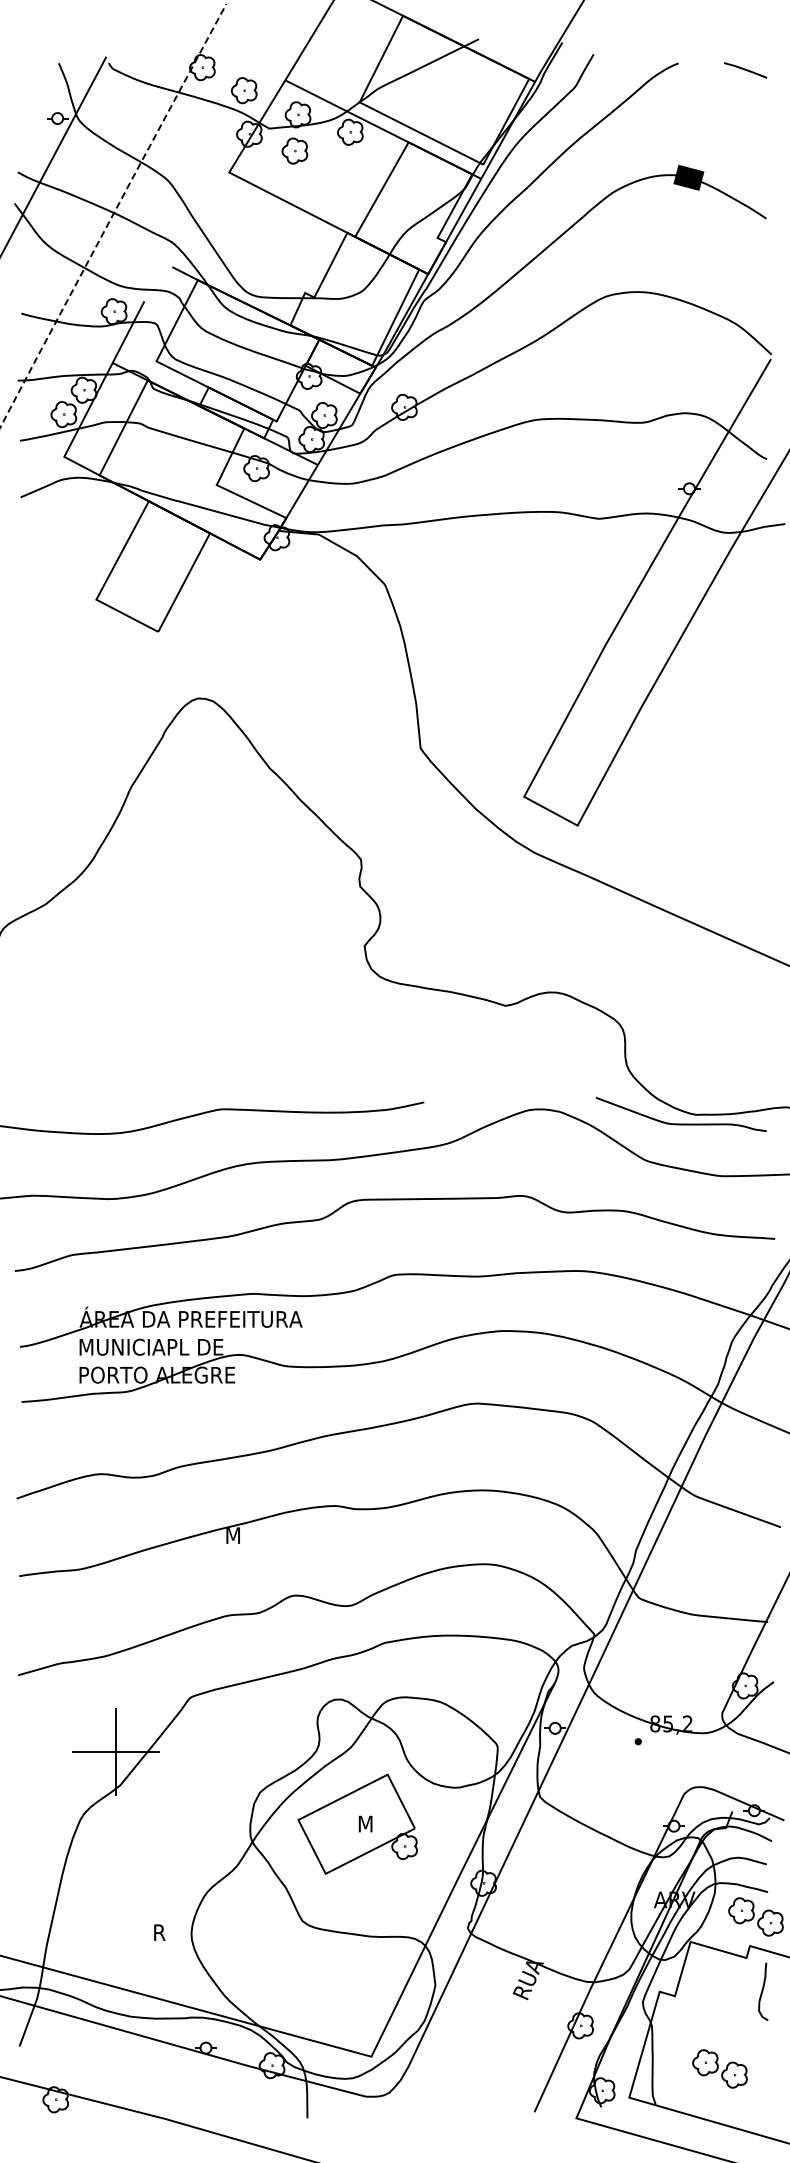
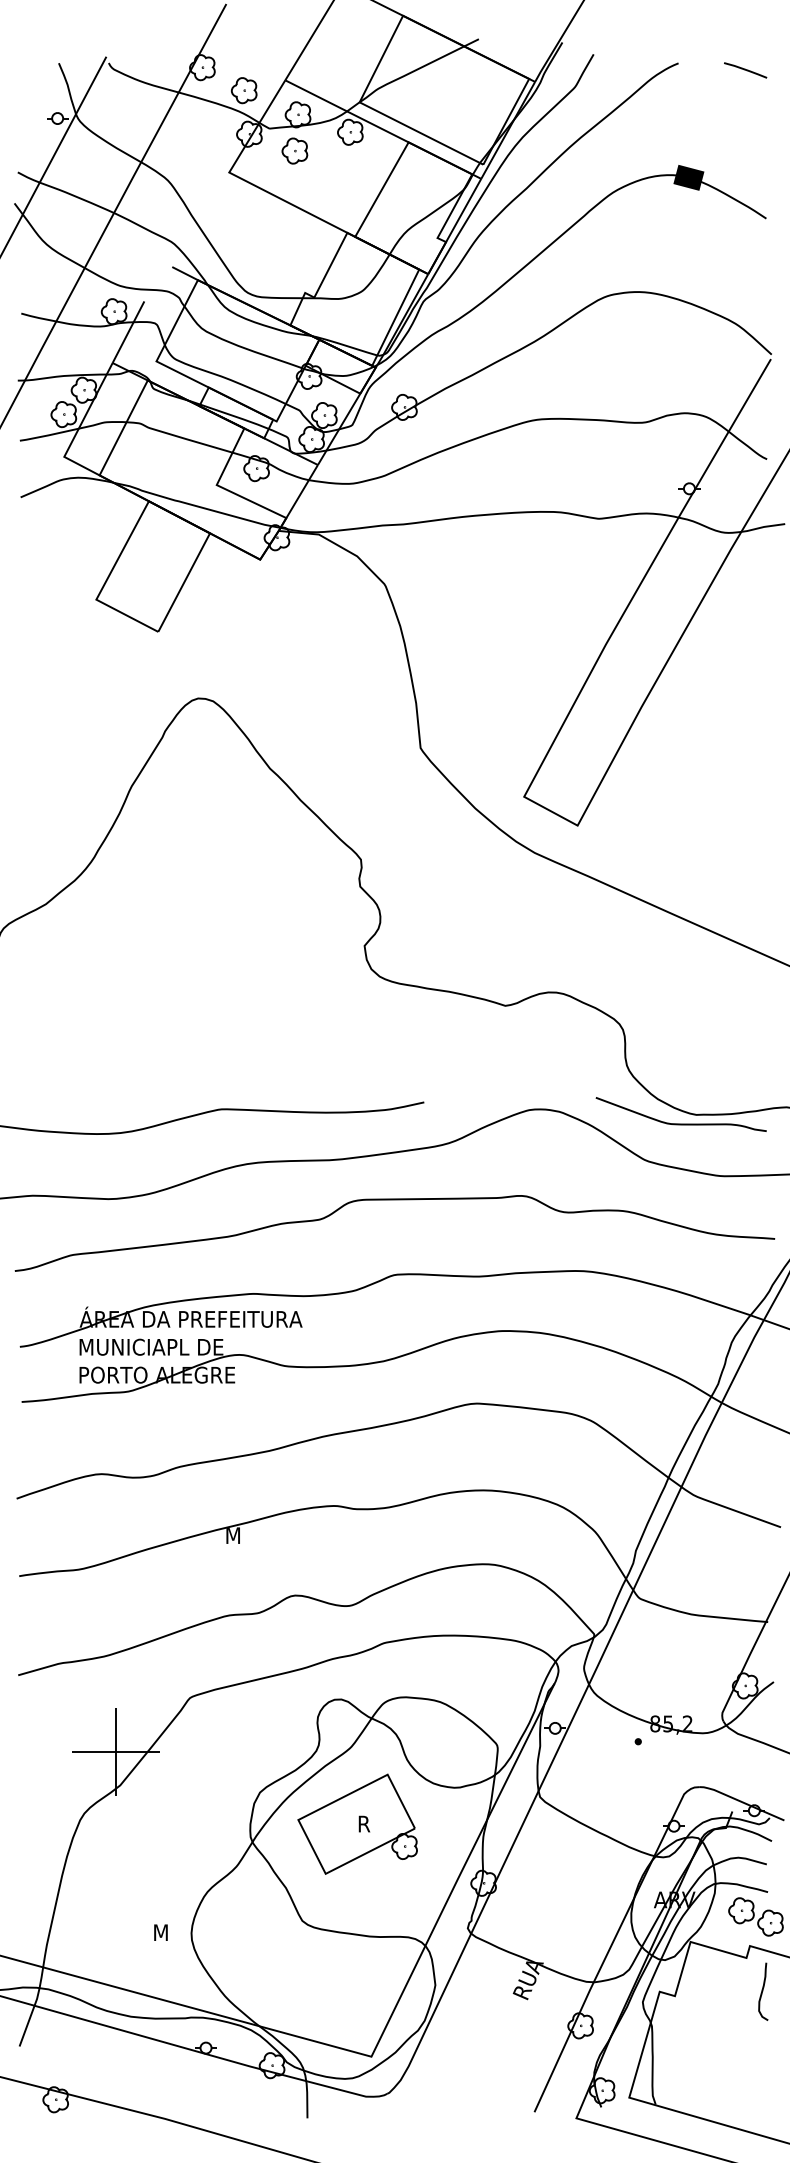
line at (112, 215): dashed -> solid
text at (366, 1823): M -> R
text at (161, 1932): R -> M
part at (719, 2068): present -> none
